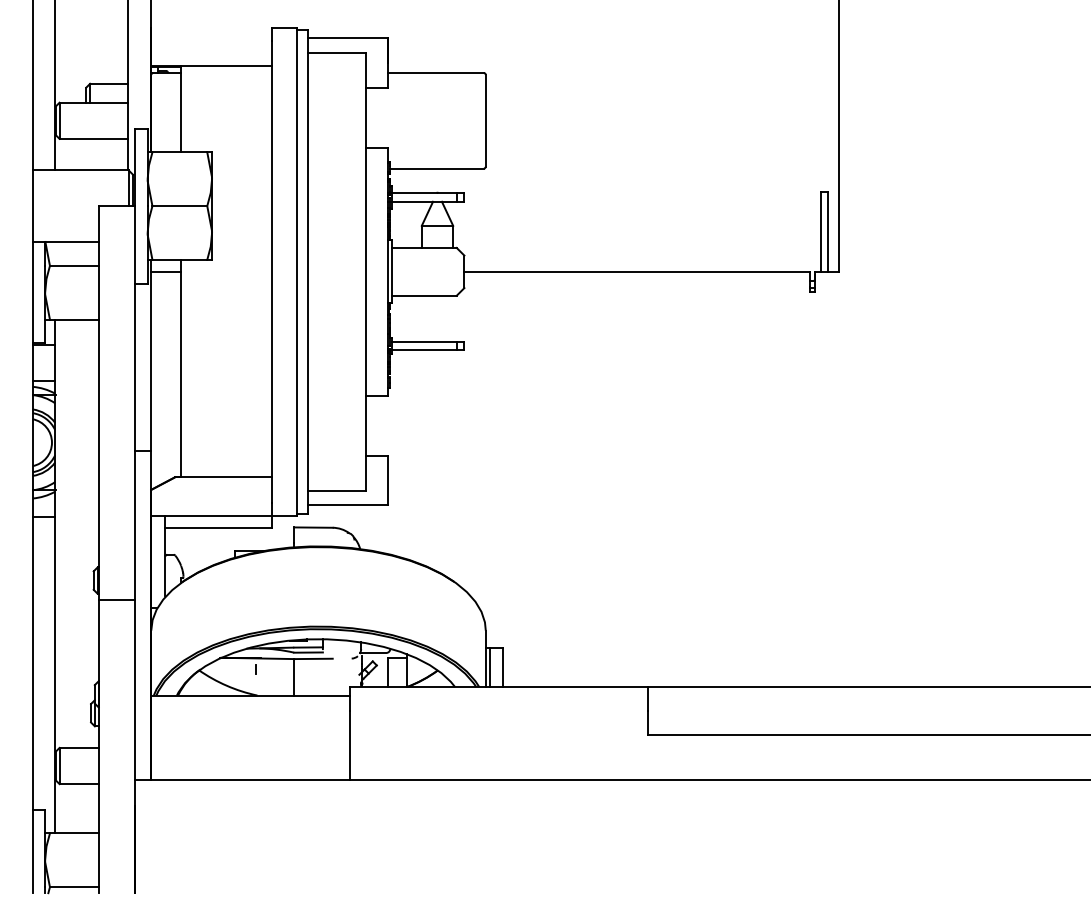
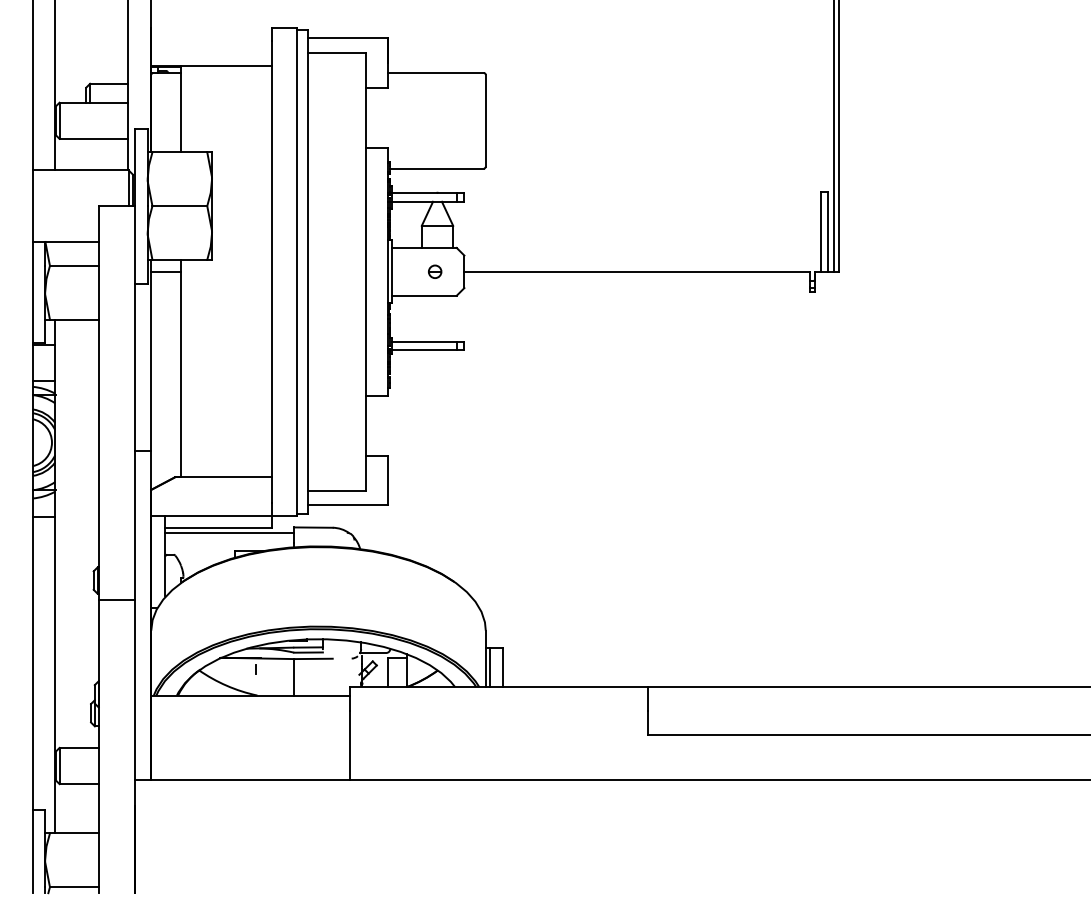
line at (833, 136): none -> present
part at (435, 271): none -> present
line at (229, 532): none -> present
